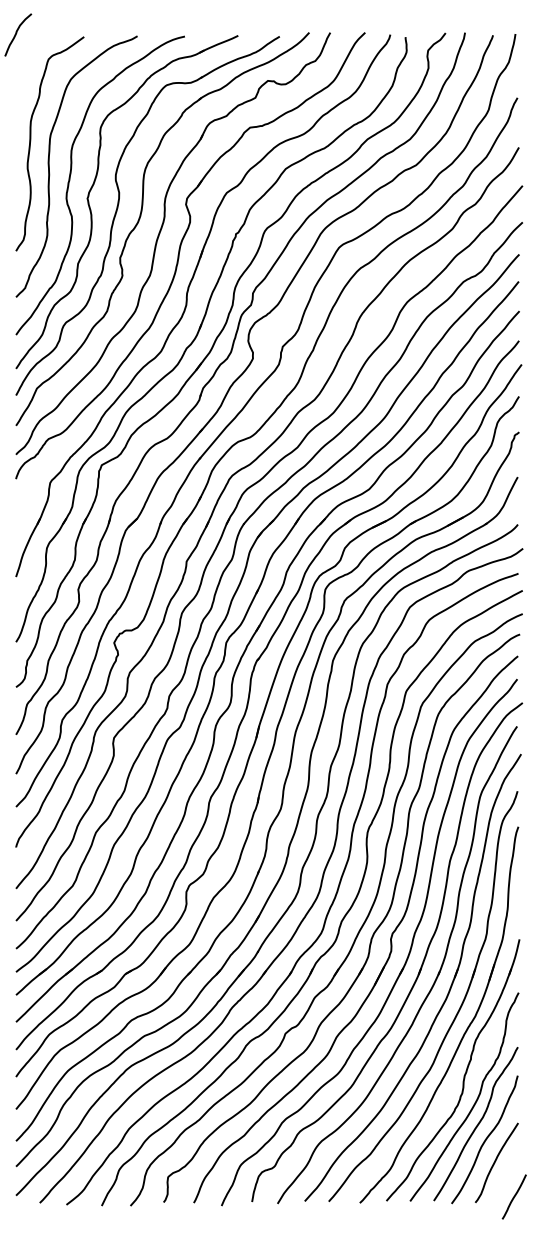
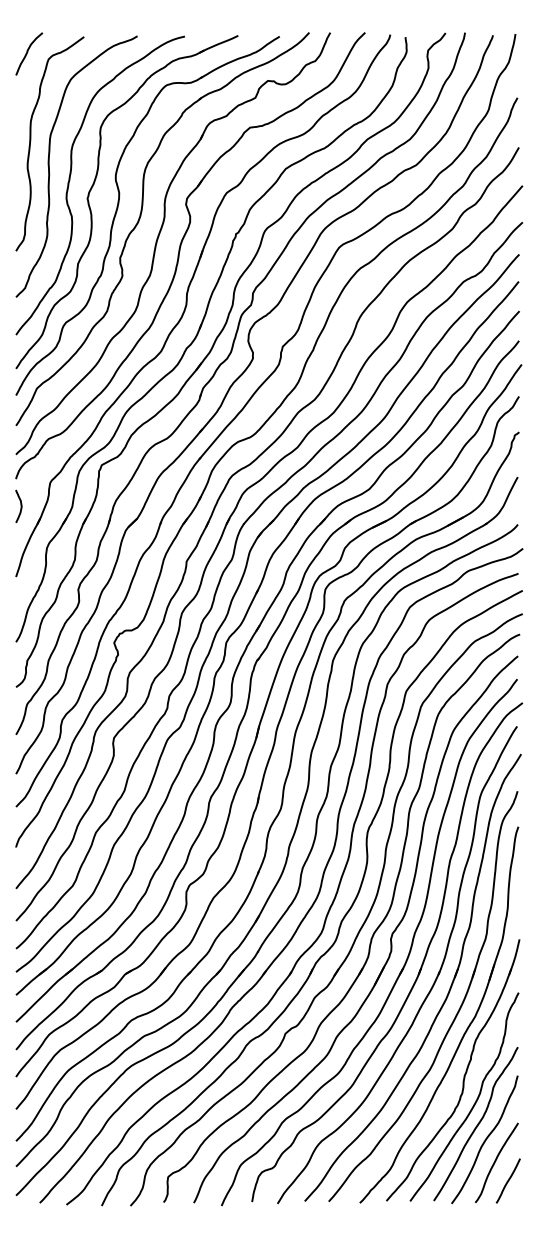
curve at (17, 33) position: (17, 33) -> (28, 52)
curve at (20, 505): none -> present
line at (513, 1196) position: (513, 1196) -> (507, 1180)
